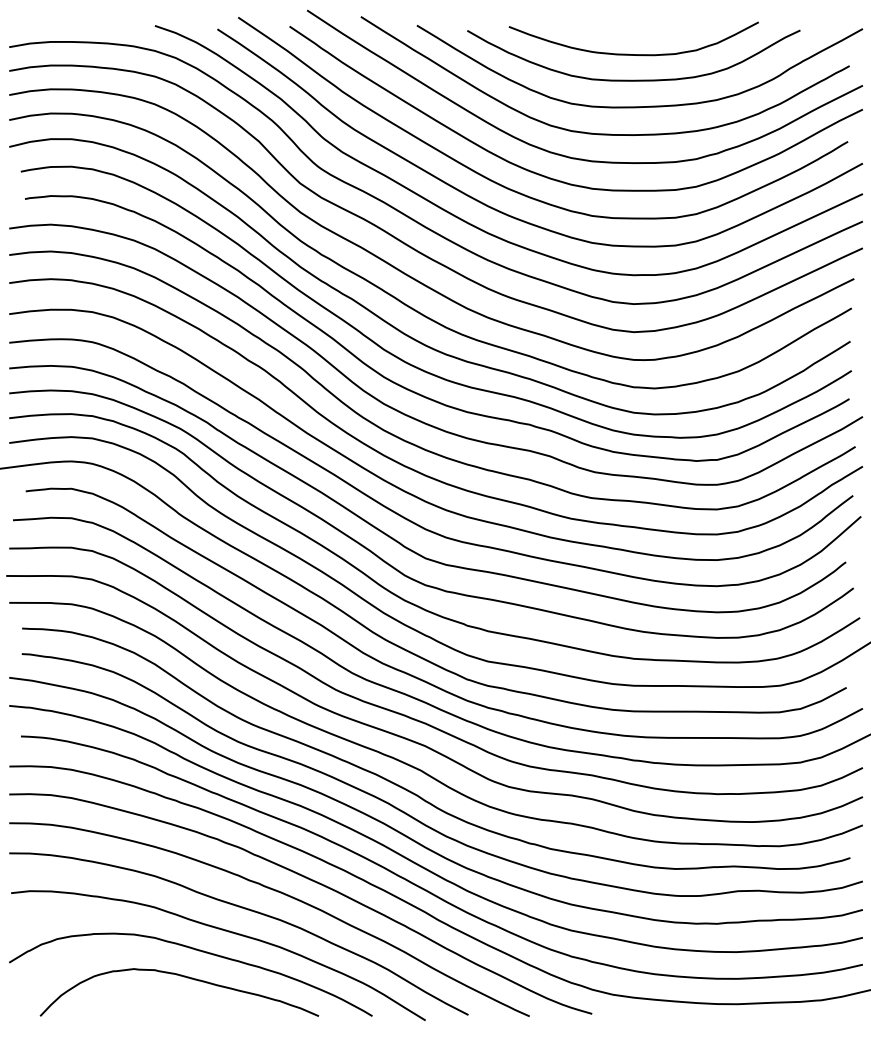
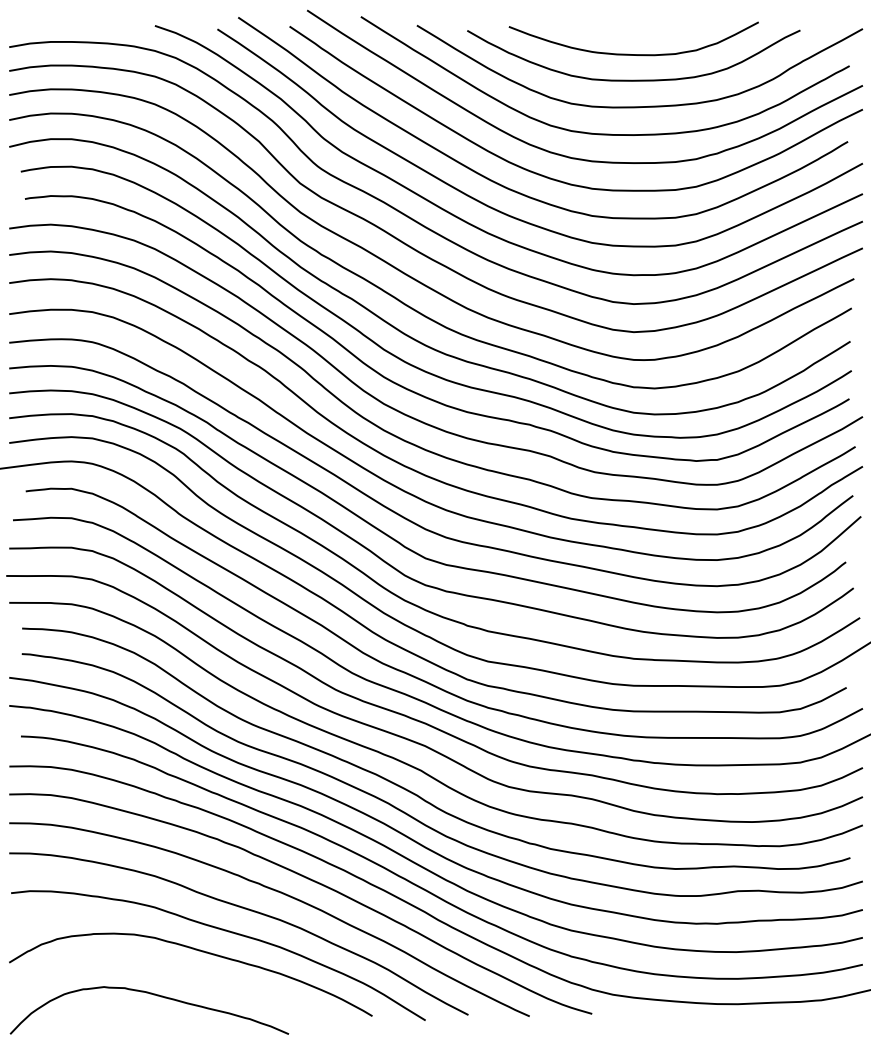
curve at (183, 977) position: (183, 977) -> (153, 995)
